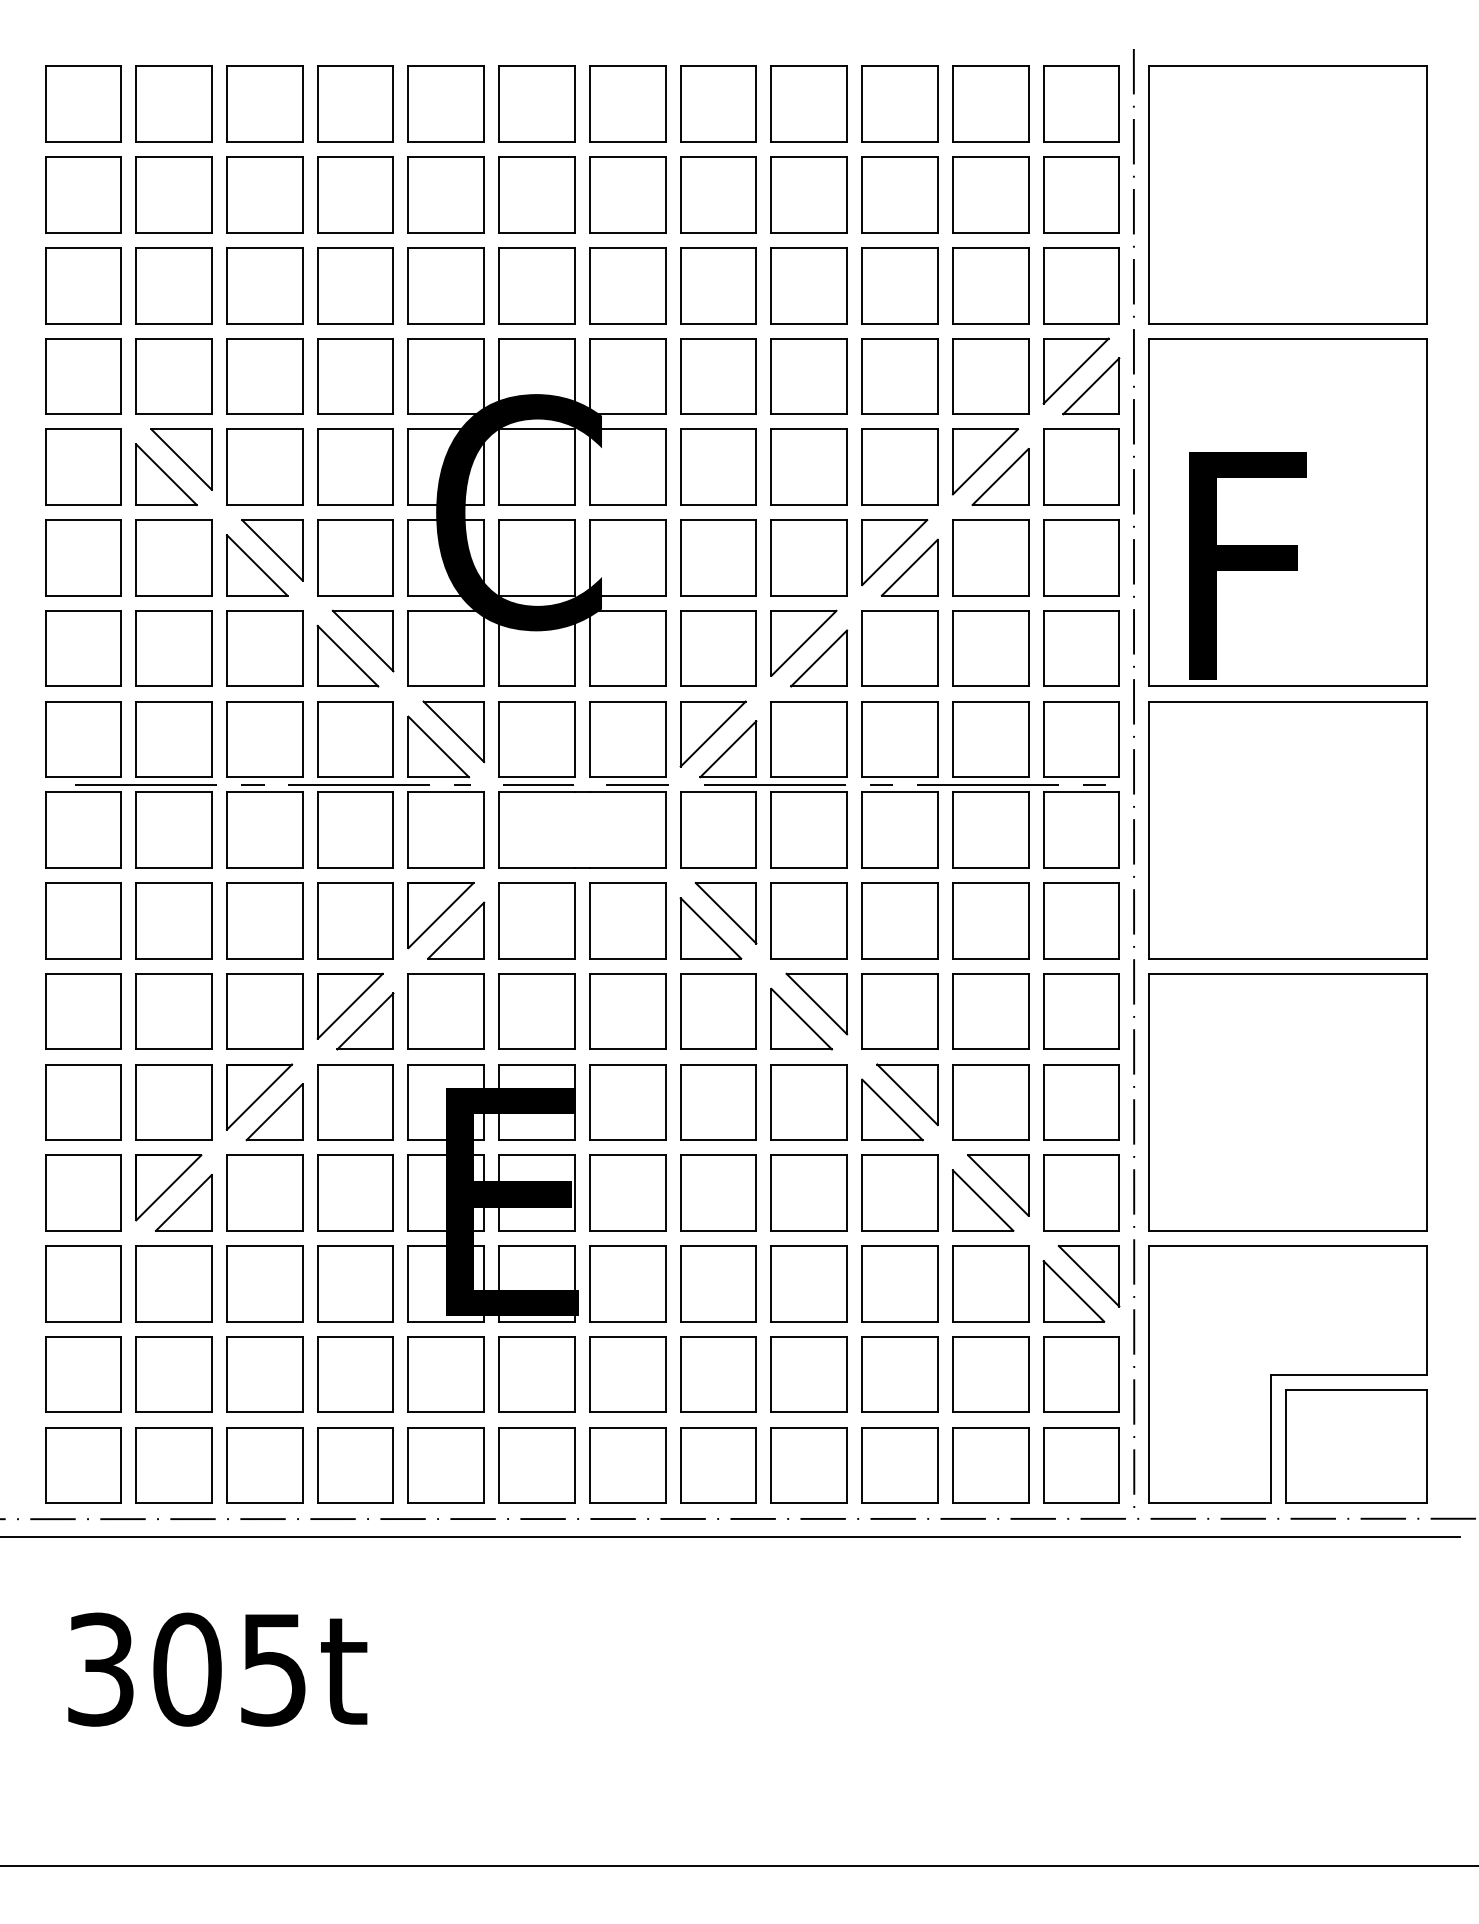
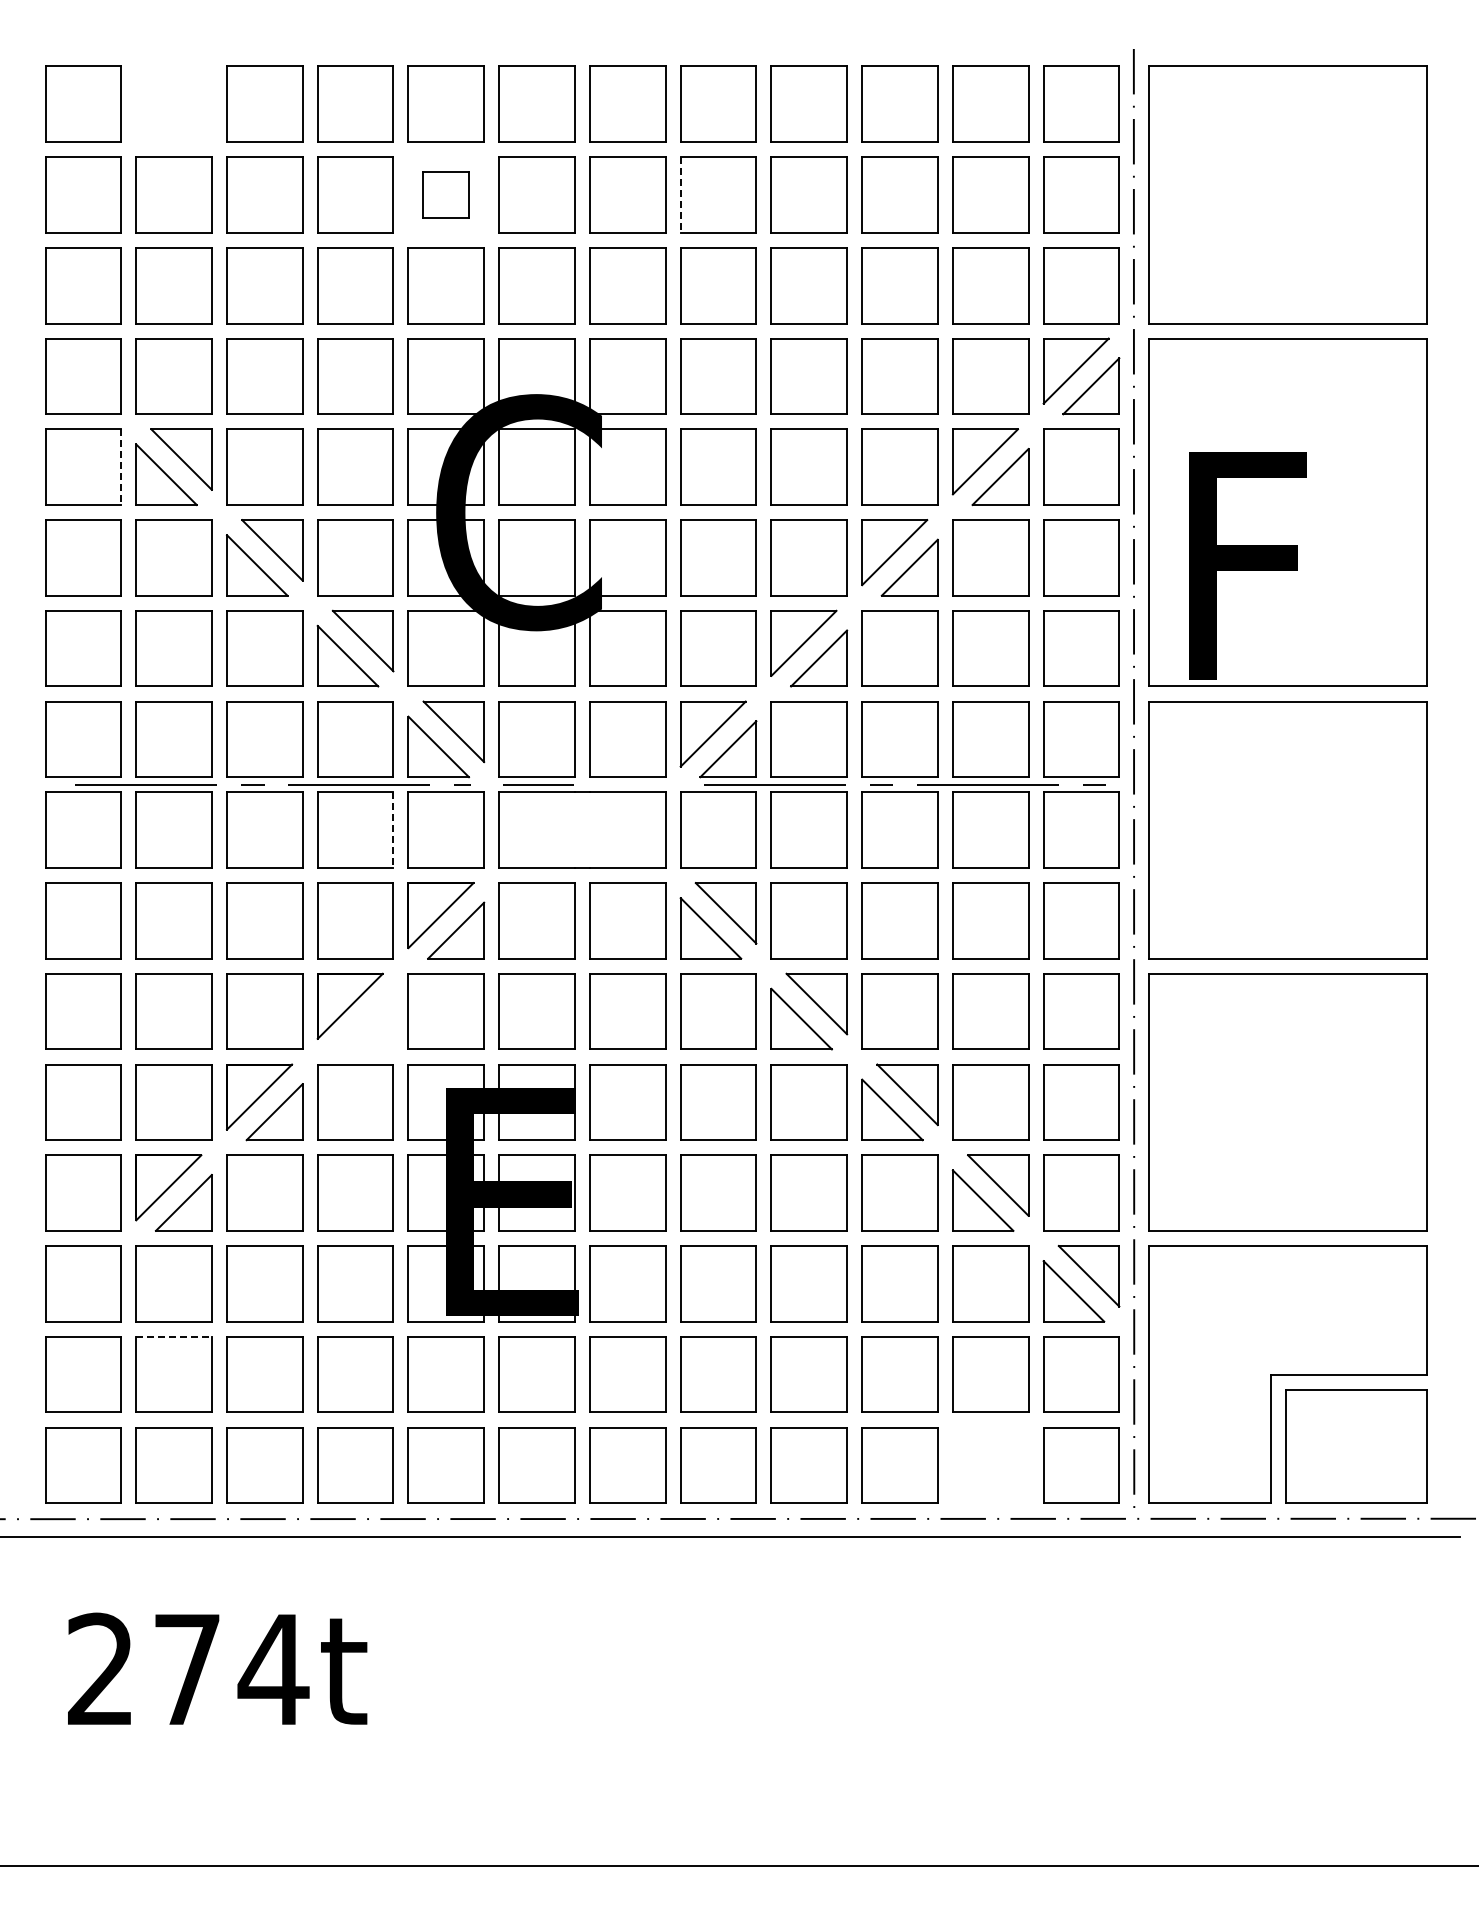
part at (173, 103): present -> none
part at (445, 194) size: 78x78 px -> 48x48 px
line at (680, 194): solid -> dashed
line at (121, 467): solid -> dashed
line at (636, 784): present -> none
line at (393, 830): solid -> dashed
part at (365, 1021): present -> none
line at (174, 1336): solid -> dashed
part at (990, 1465): present -> none
text at (188, 1669): 305t -> 274t
